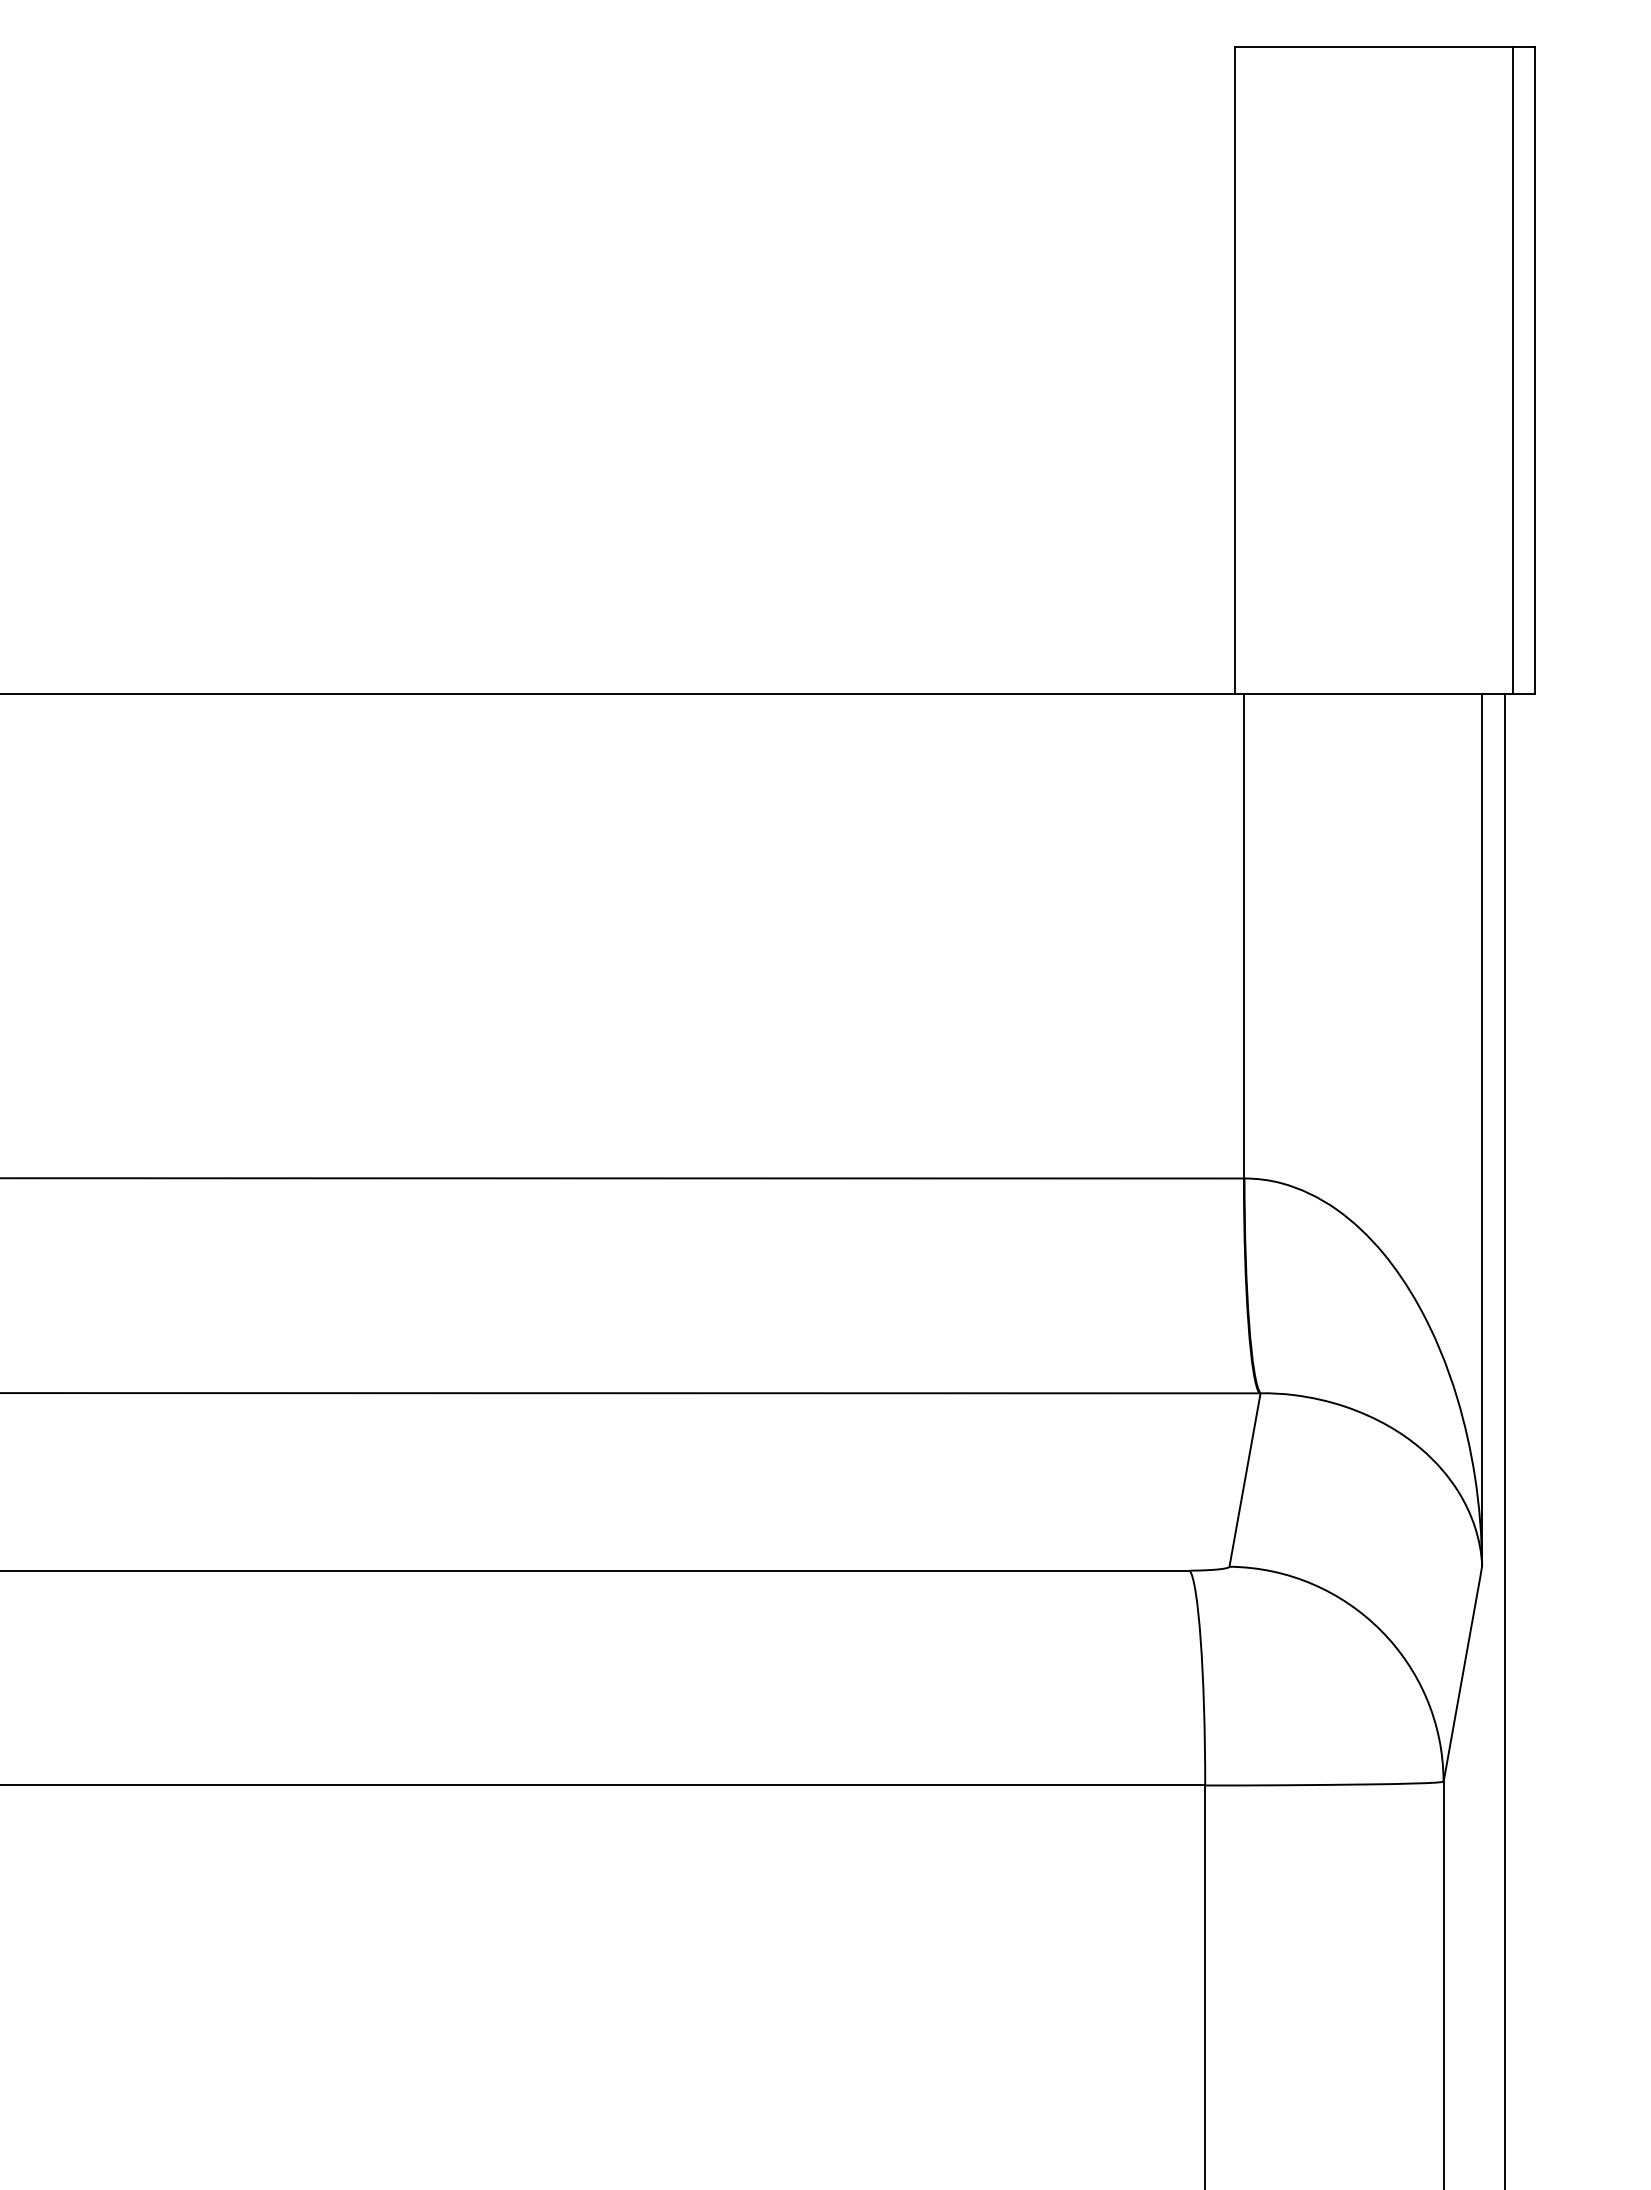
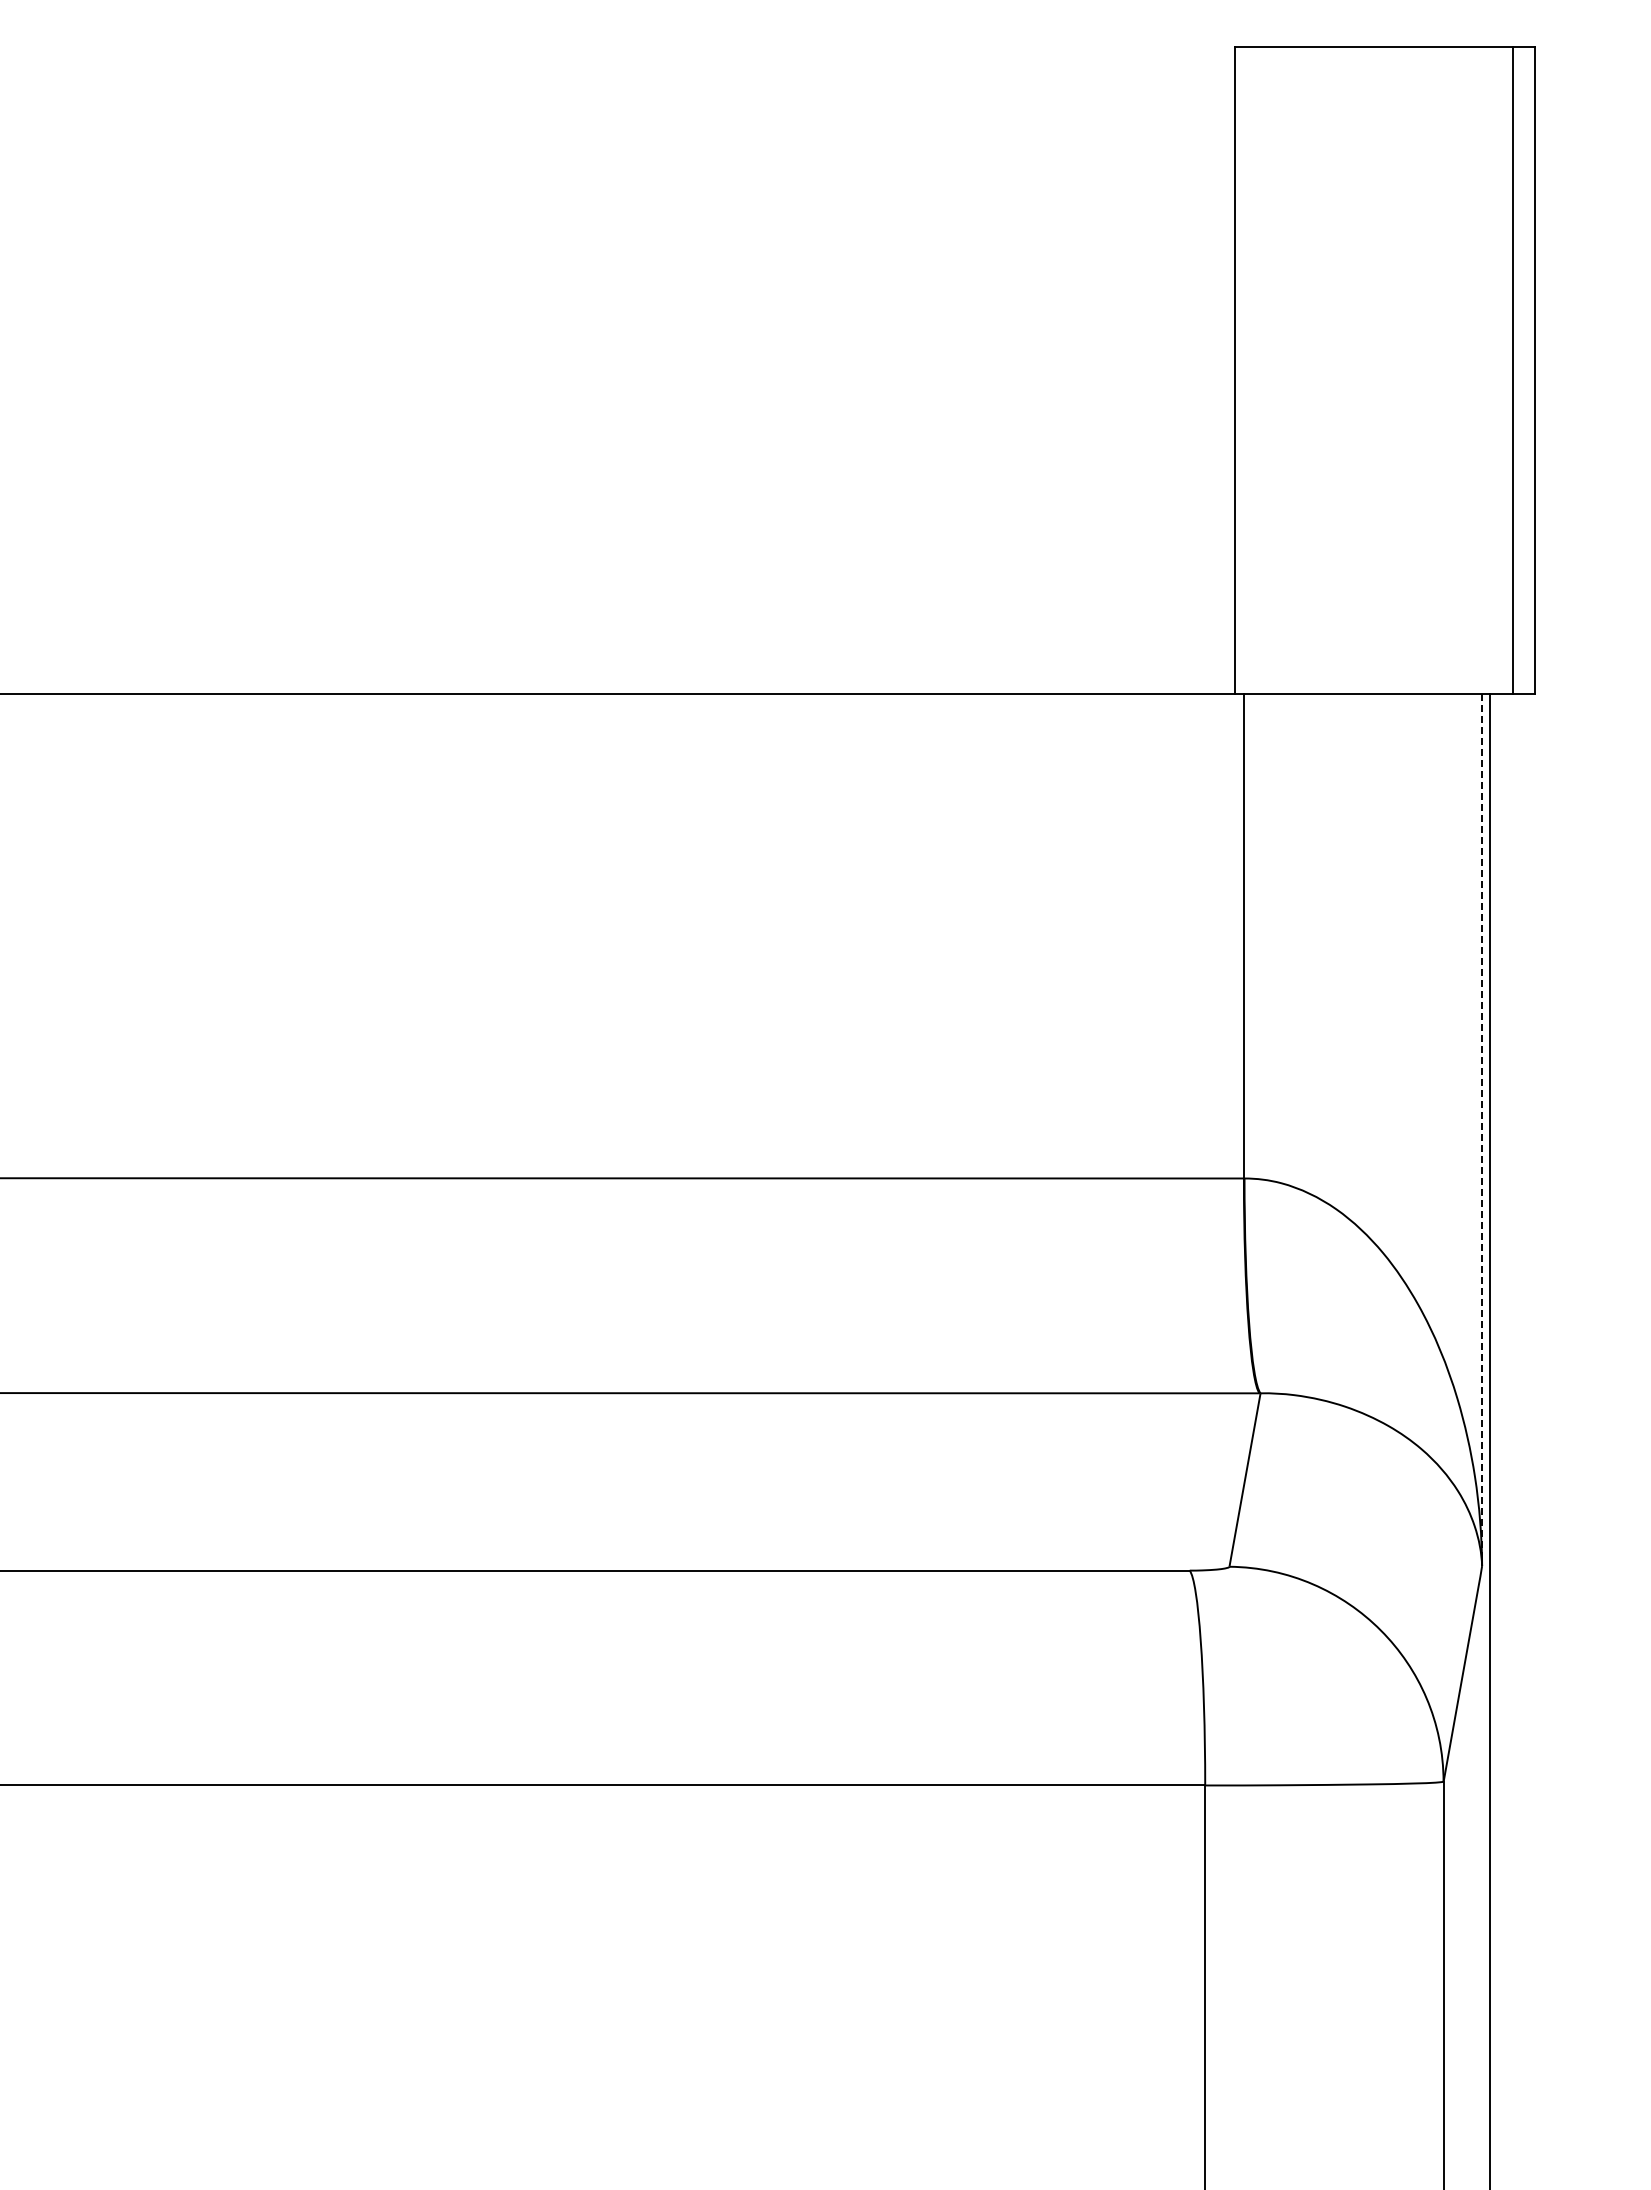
line at (1482, 1130): solid -> dashed
line at (1504, 1440) position: (1504, 1440) -> (1489, 1440)
